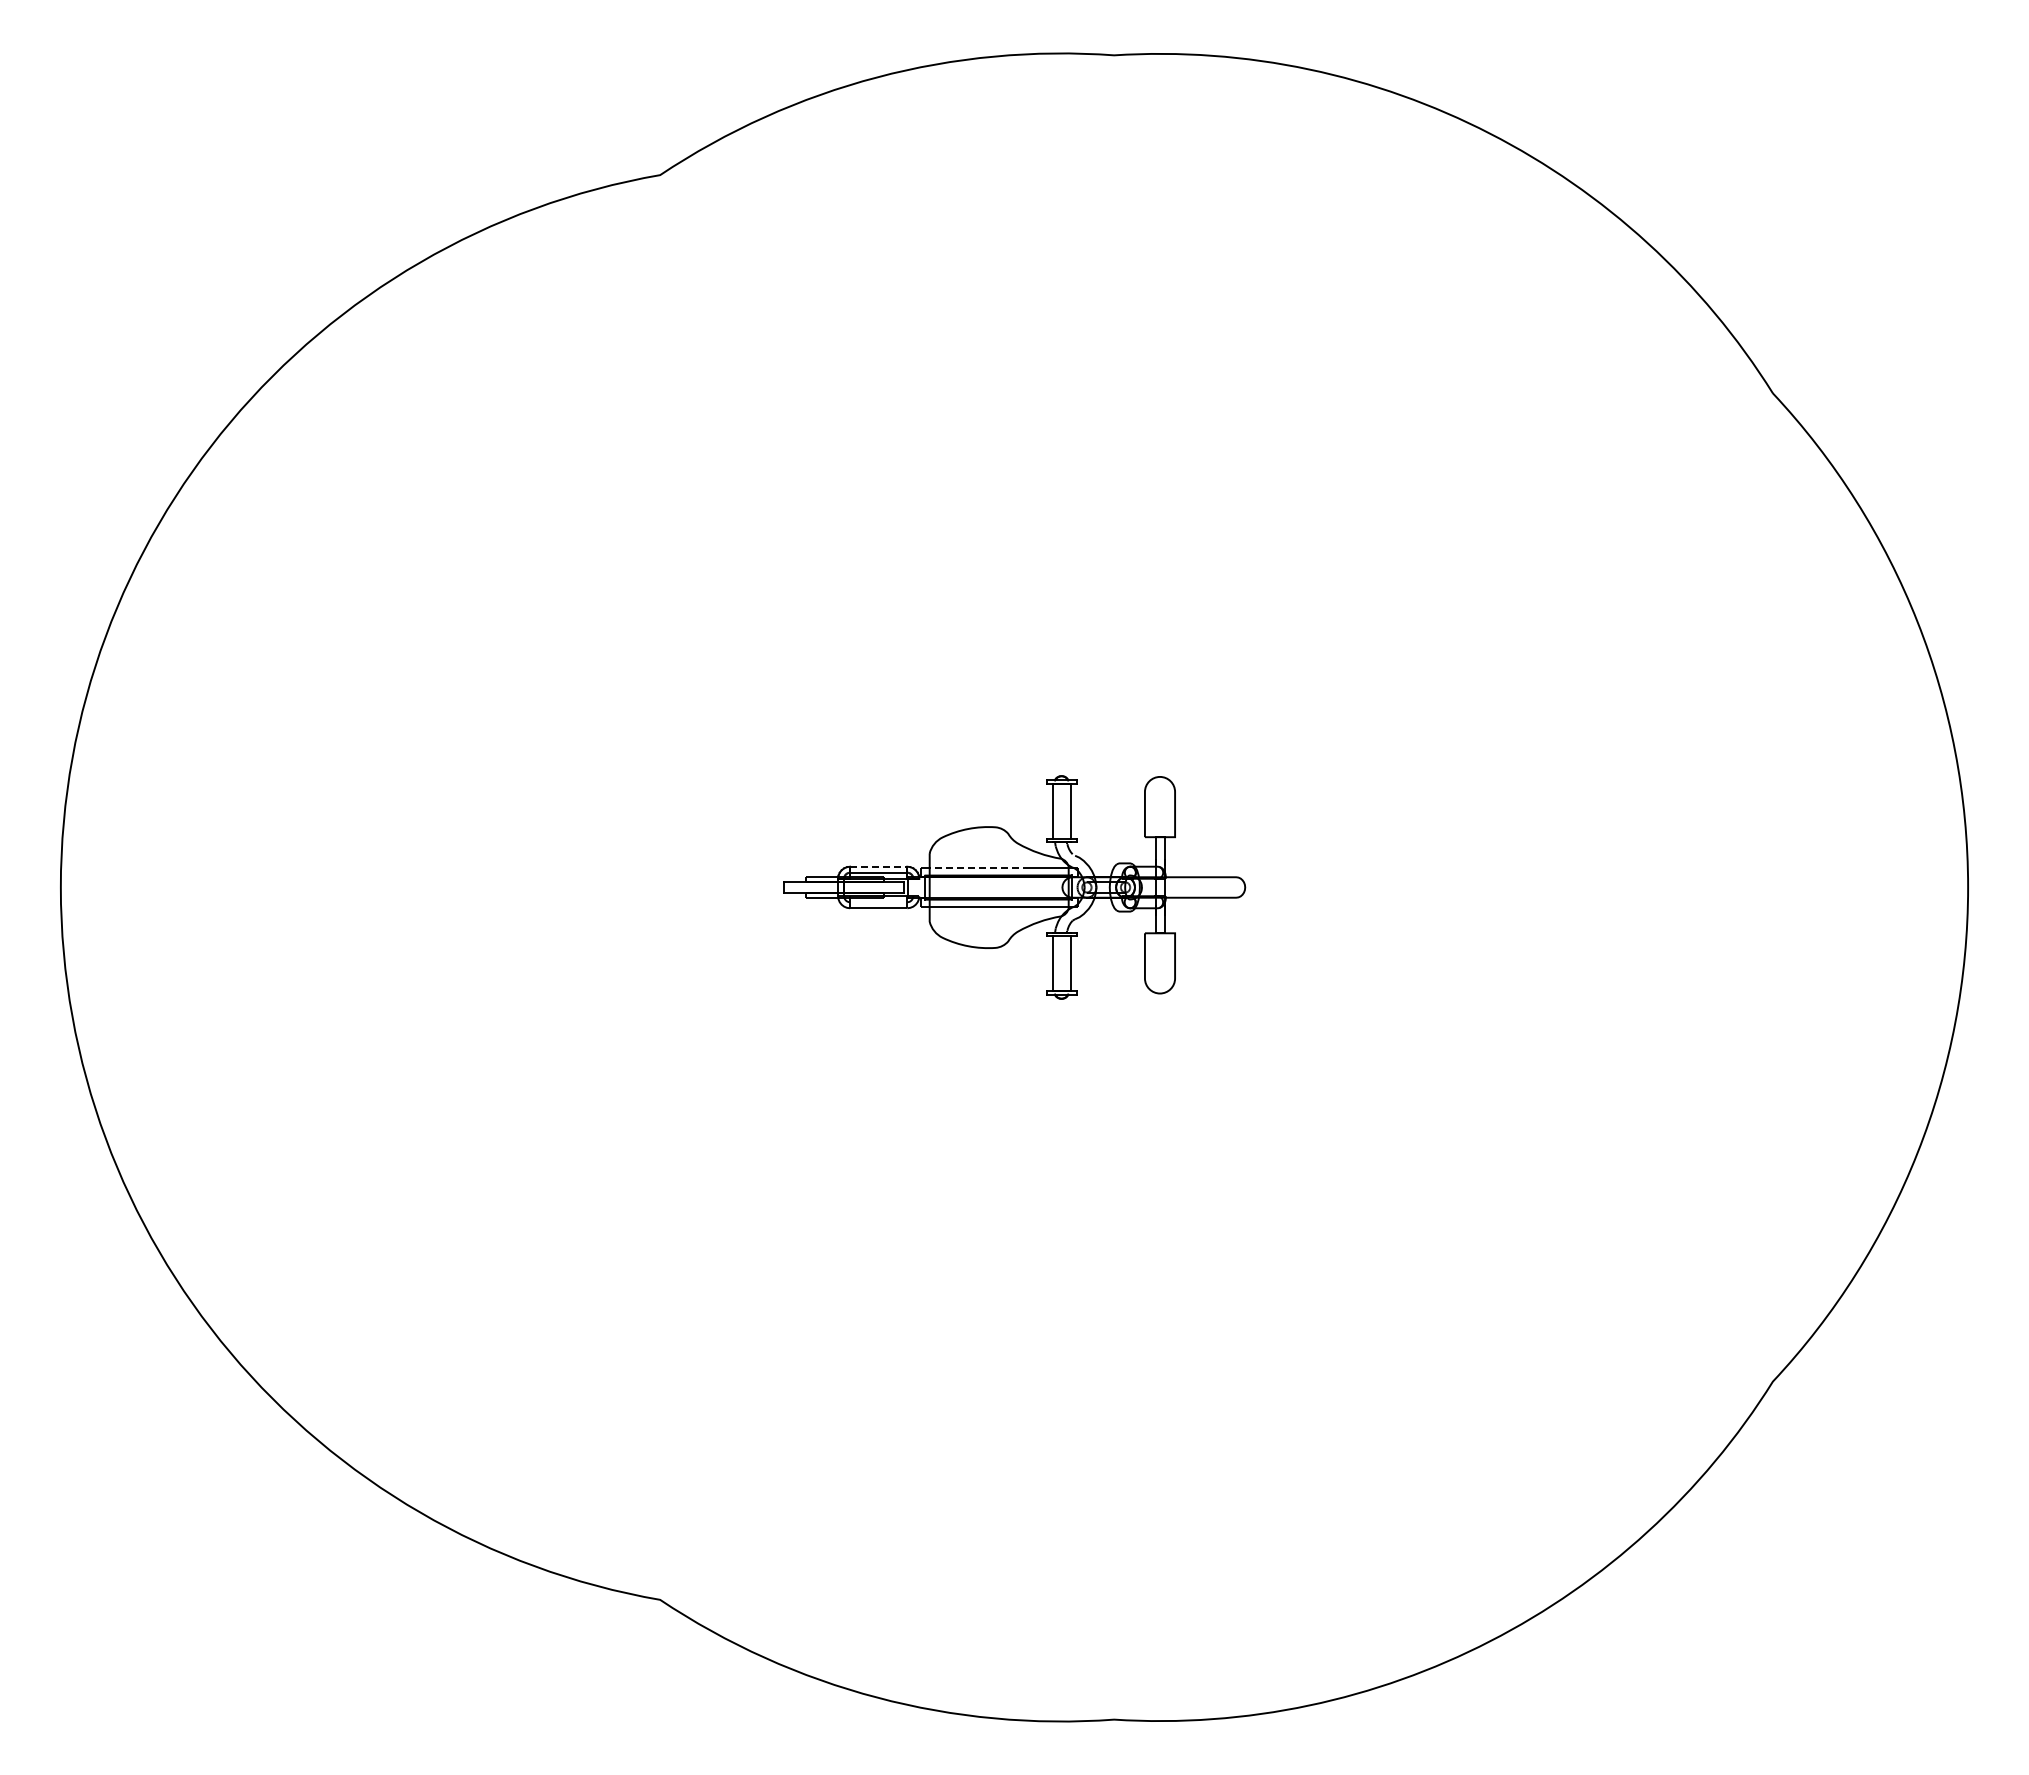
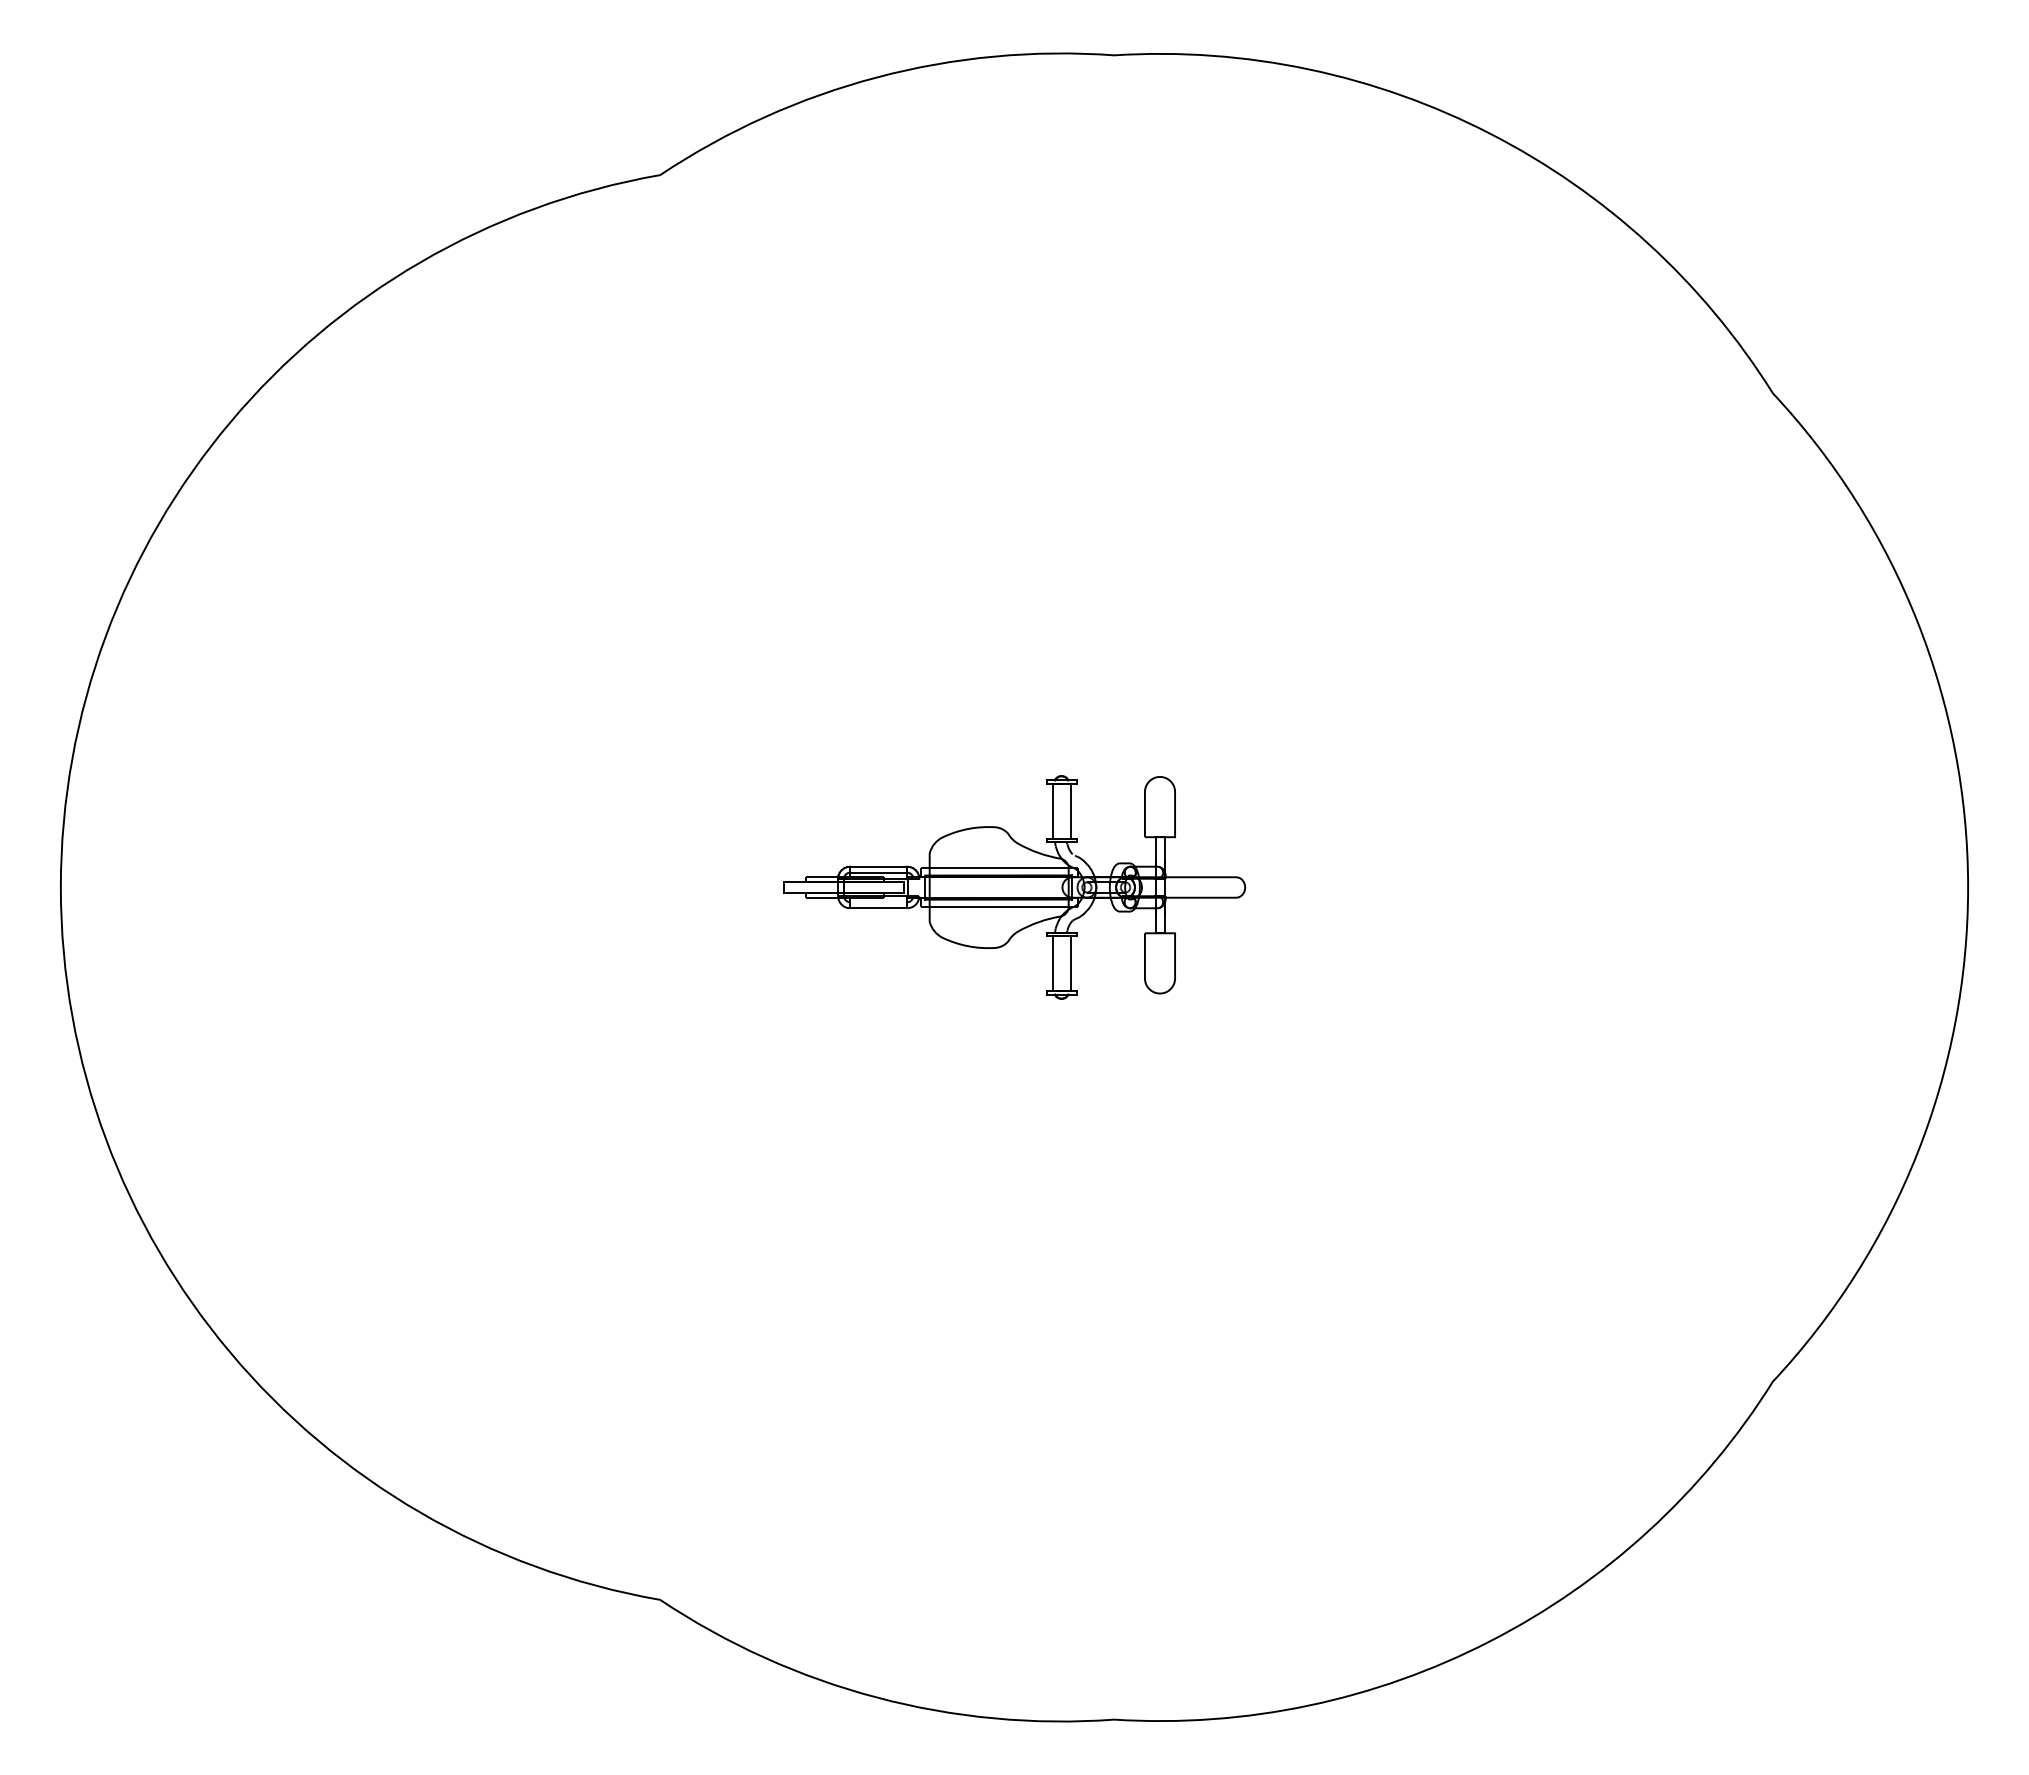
line at (878, 866): dashed -> solid
line at (977, 868): dashed -> solid
